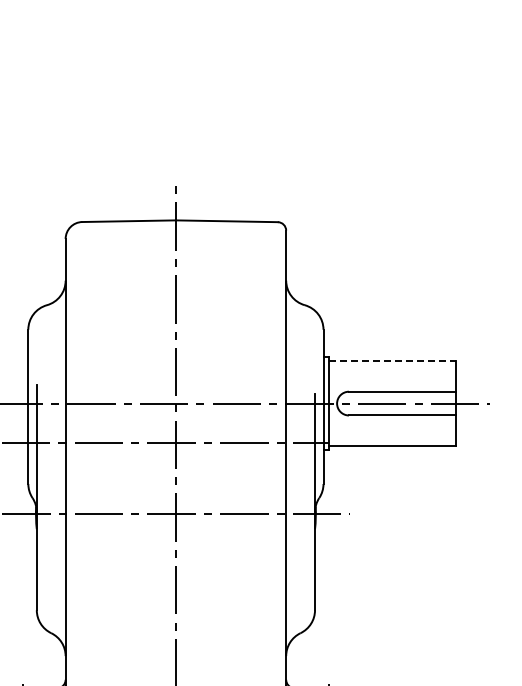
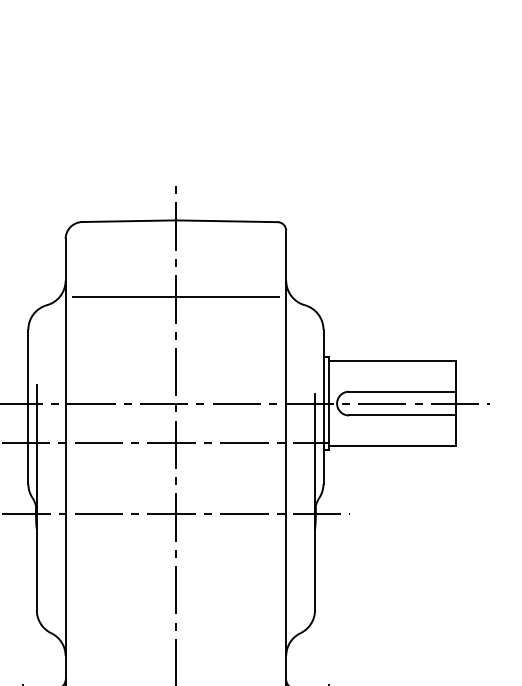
line at (175, 296): none -> present
line at (392, 361): dashed -> solid
